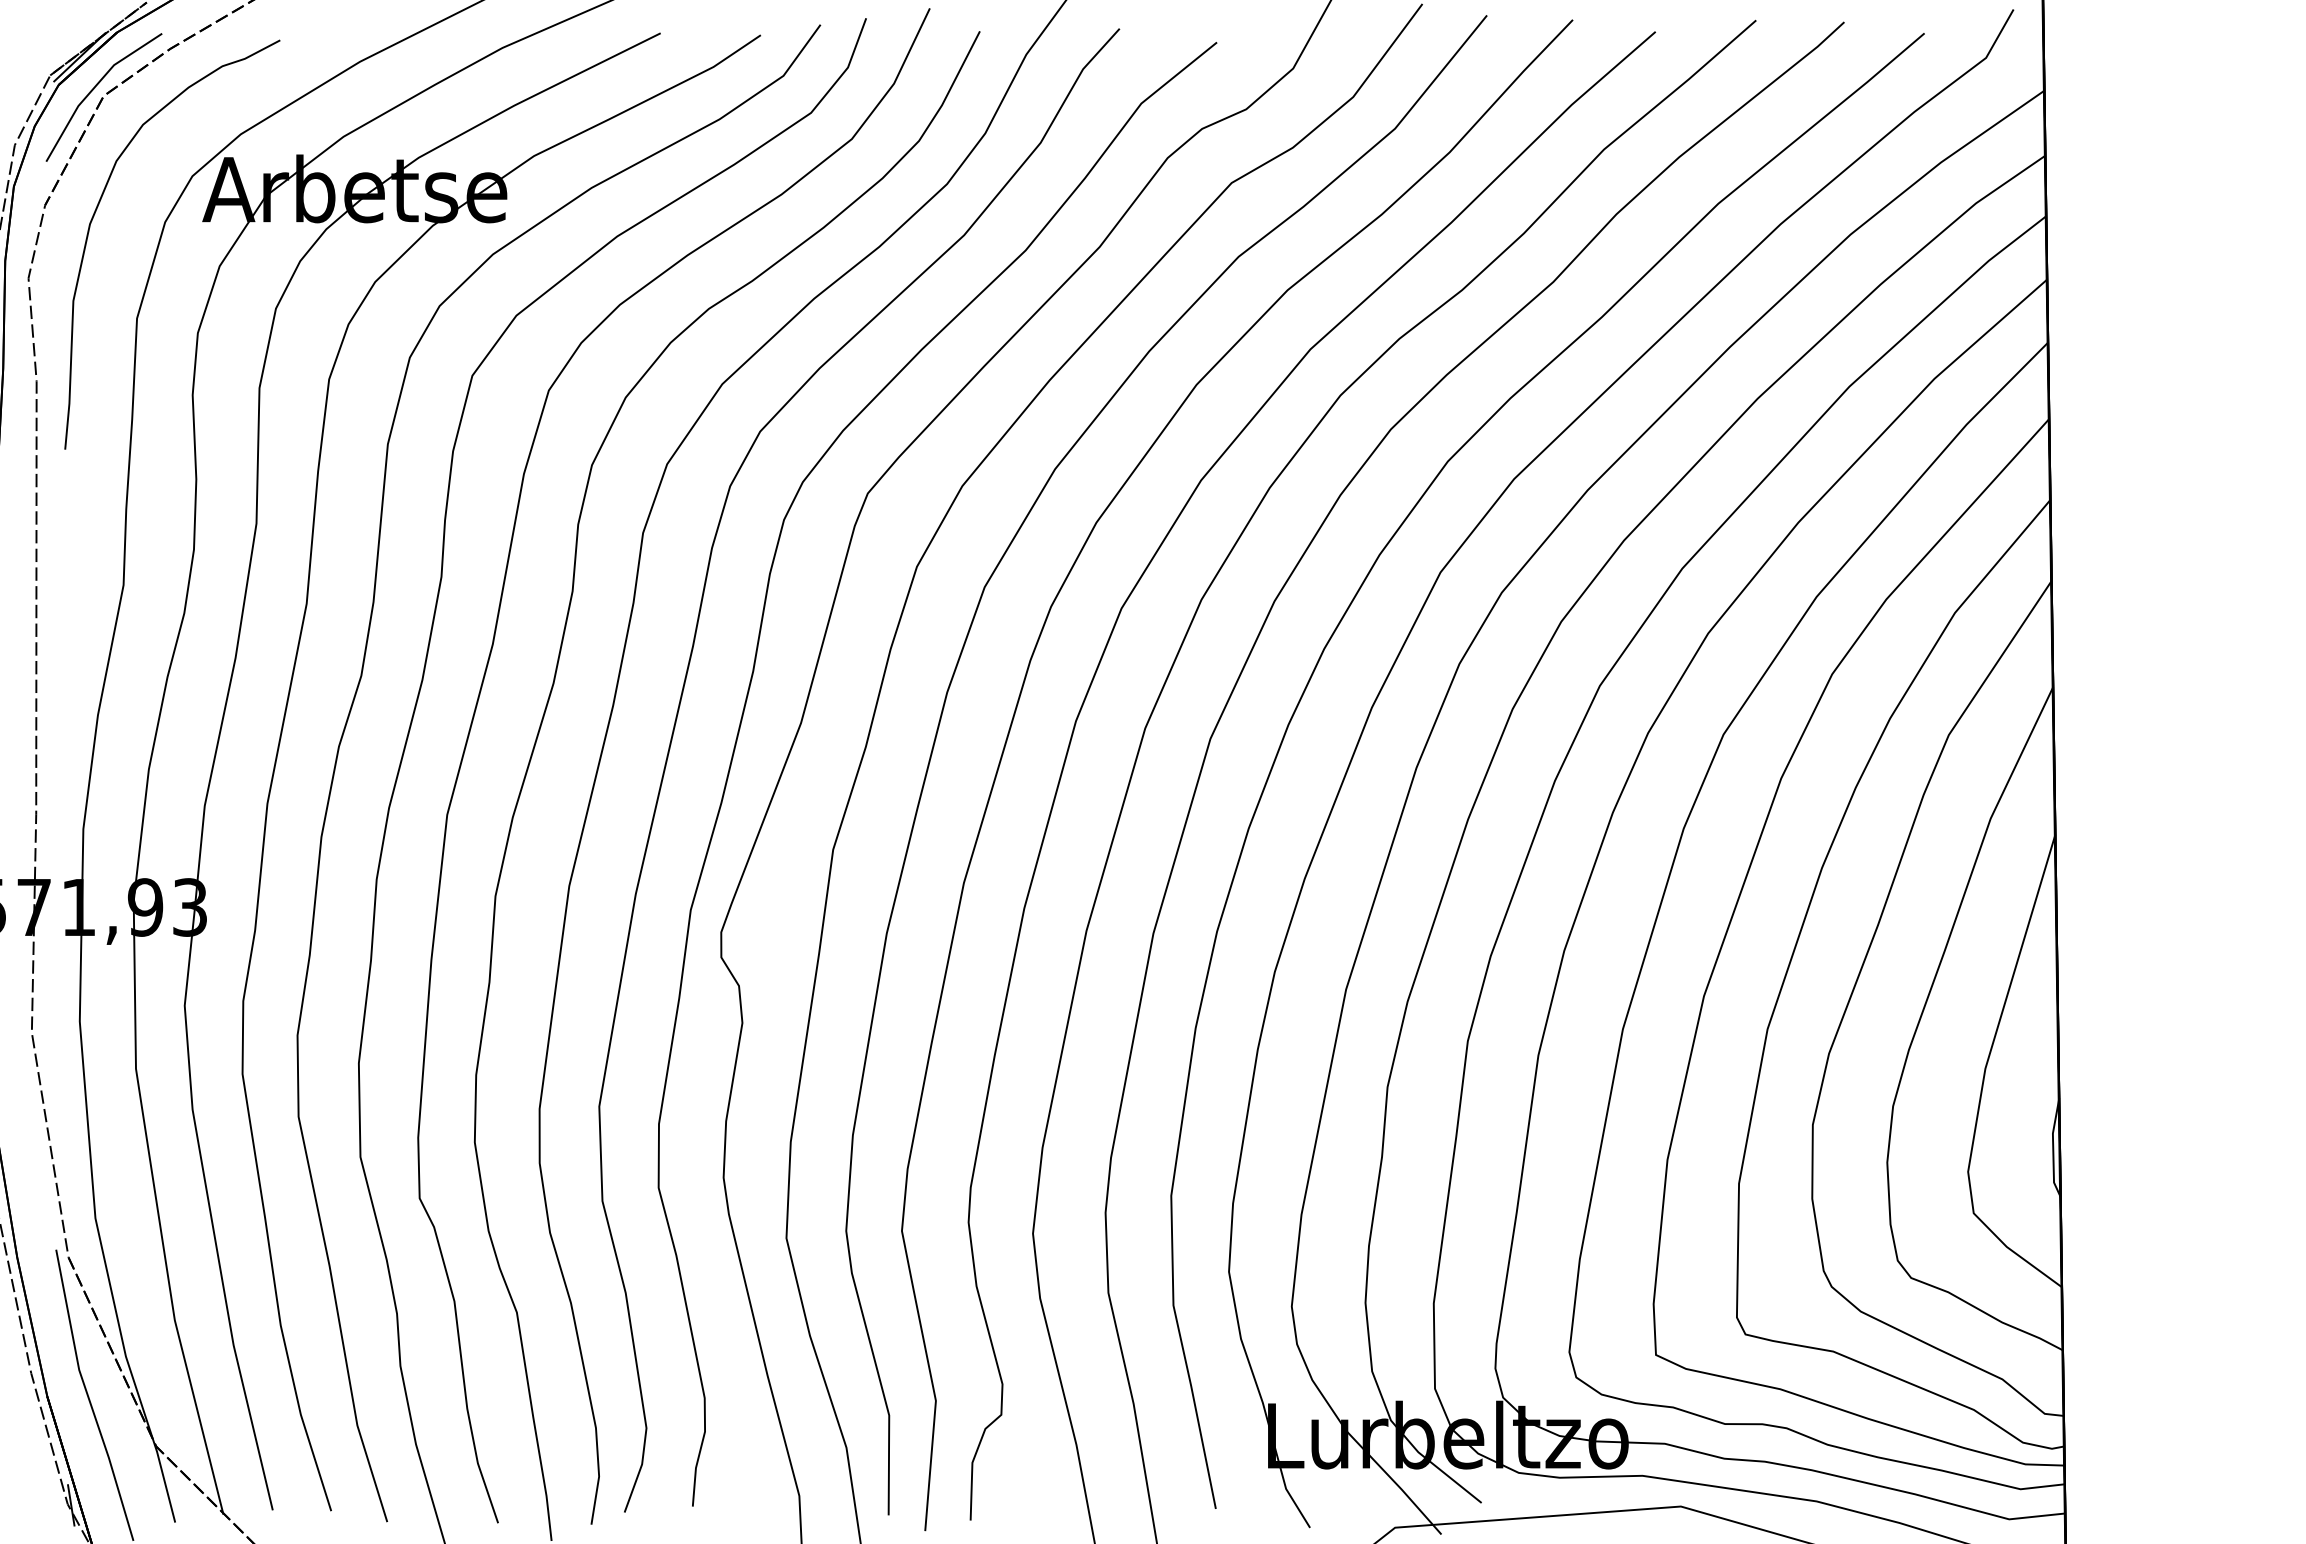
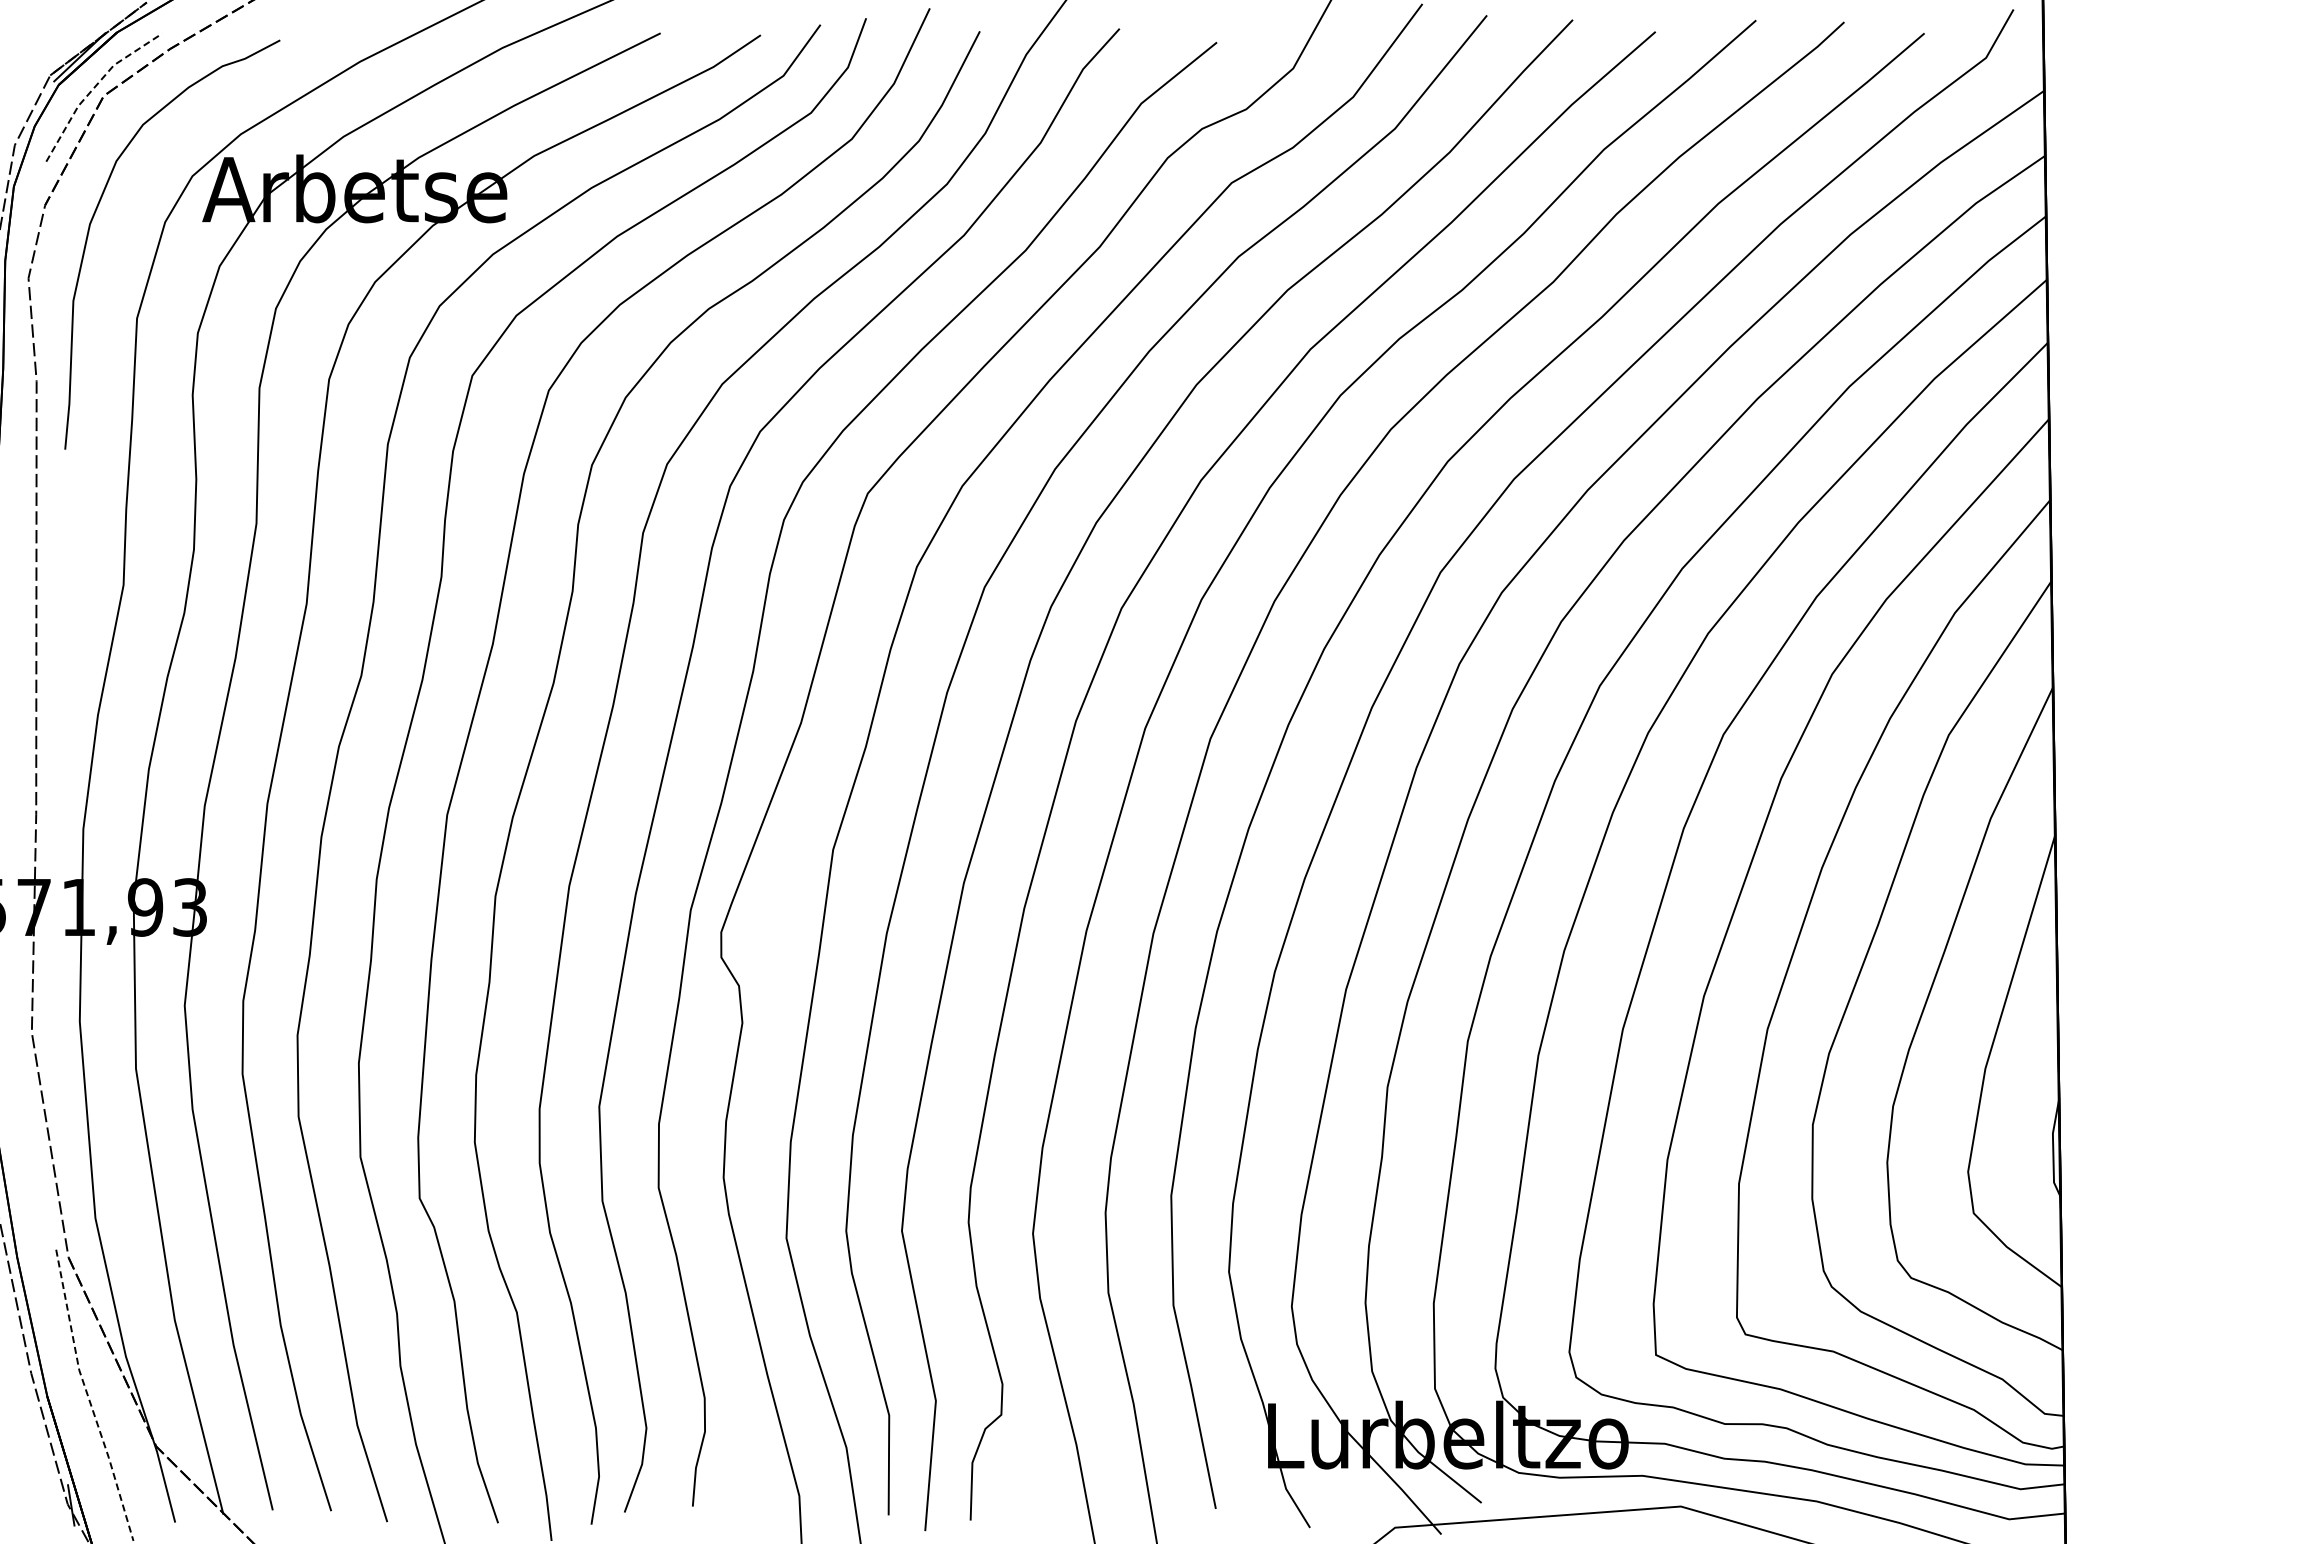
line at (94, 88): solid -> dashed
line at (88, 1397): solid -> dashed
